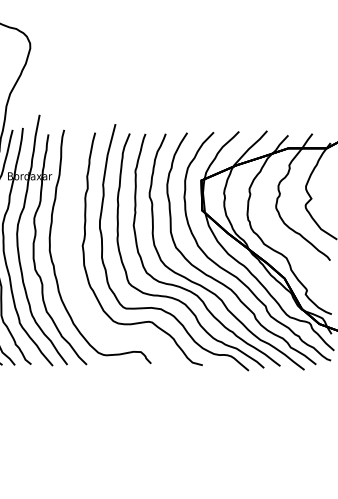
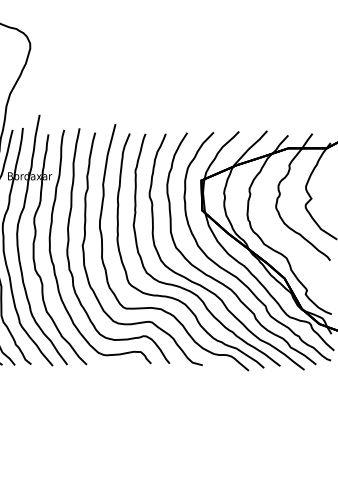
part at (69, 242): none -> present
